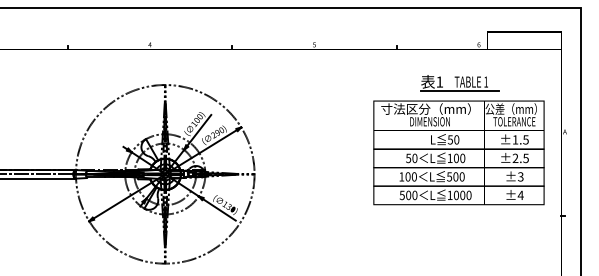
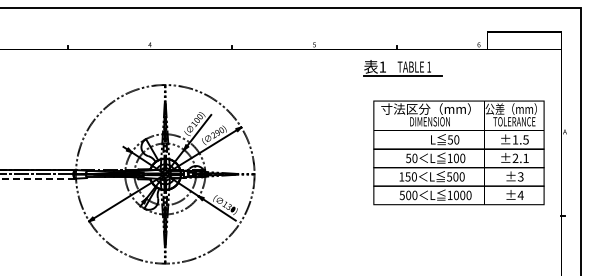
part at (459, 83) position: (459, 83) -> (402, 68)
text at (525, 158): ±2.5 -> ±2.1
text at (407, 176): 100 -> 150
line at (36, 178): solid -> dashed
